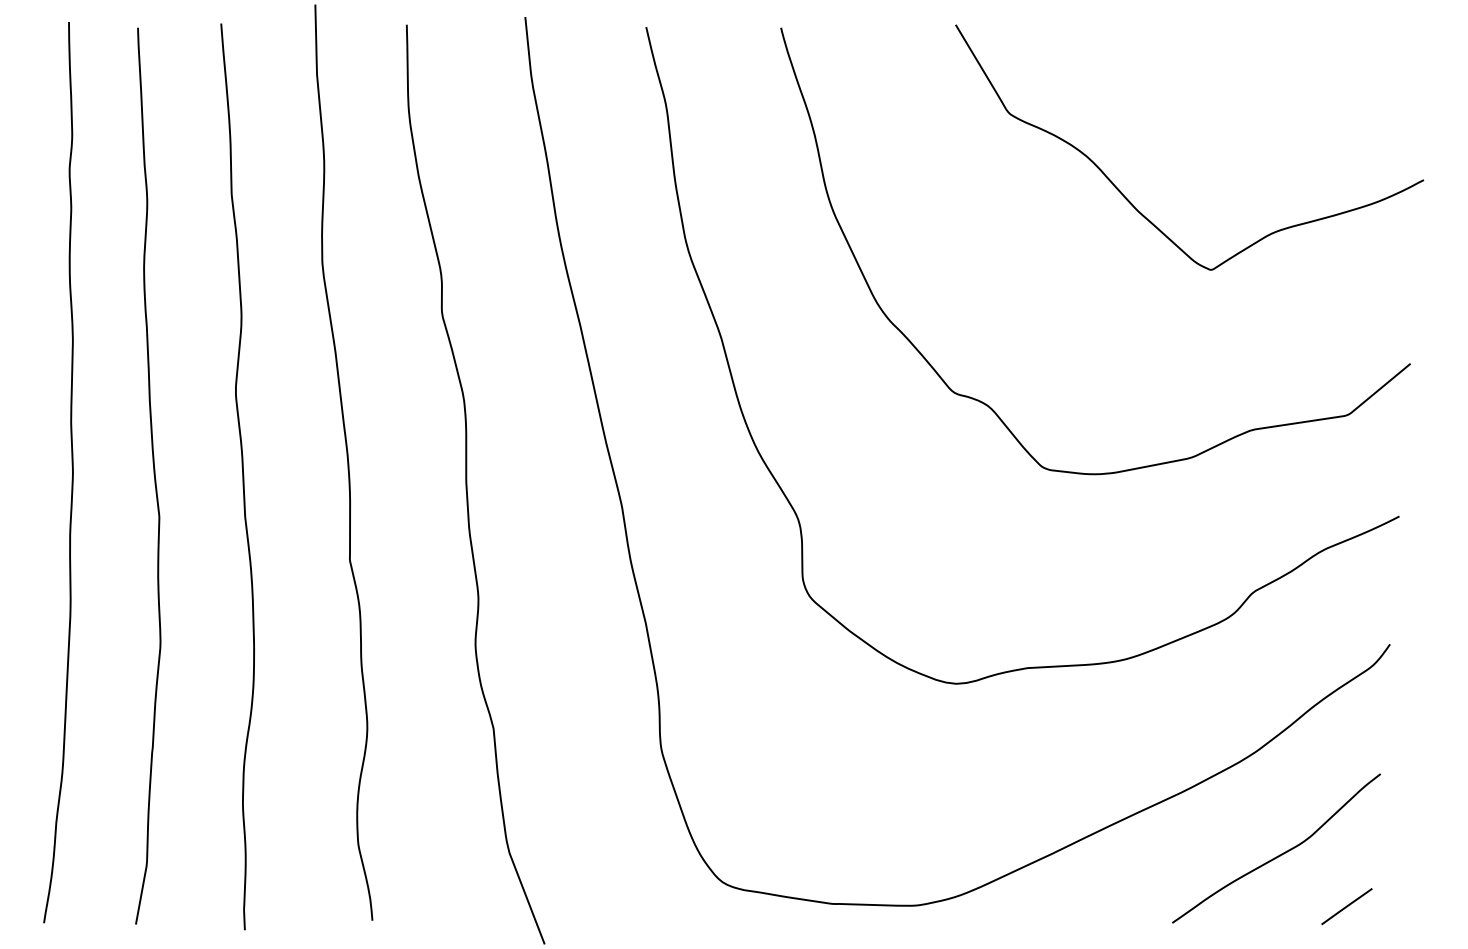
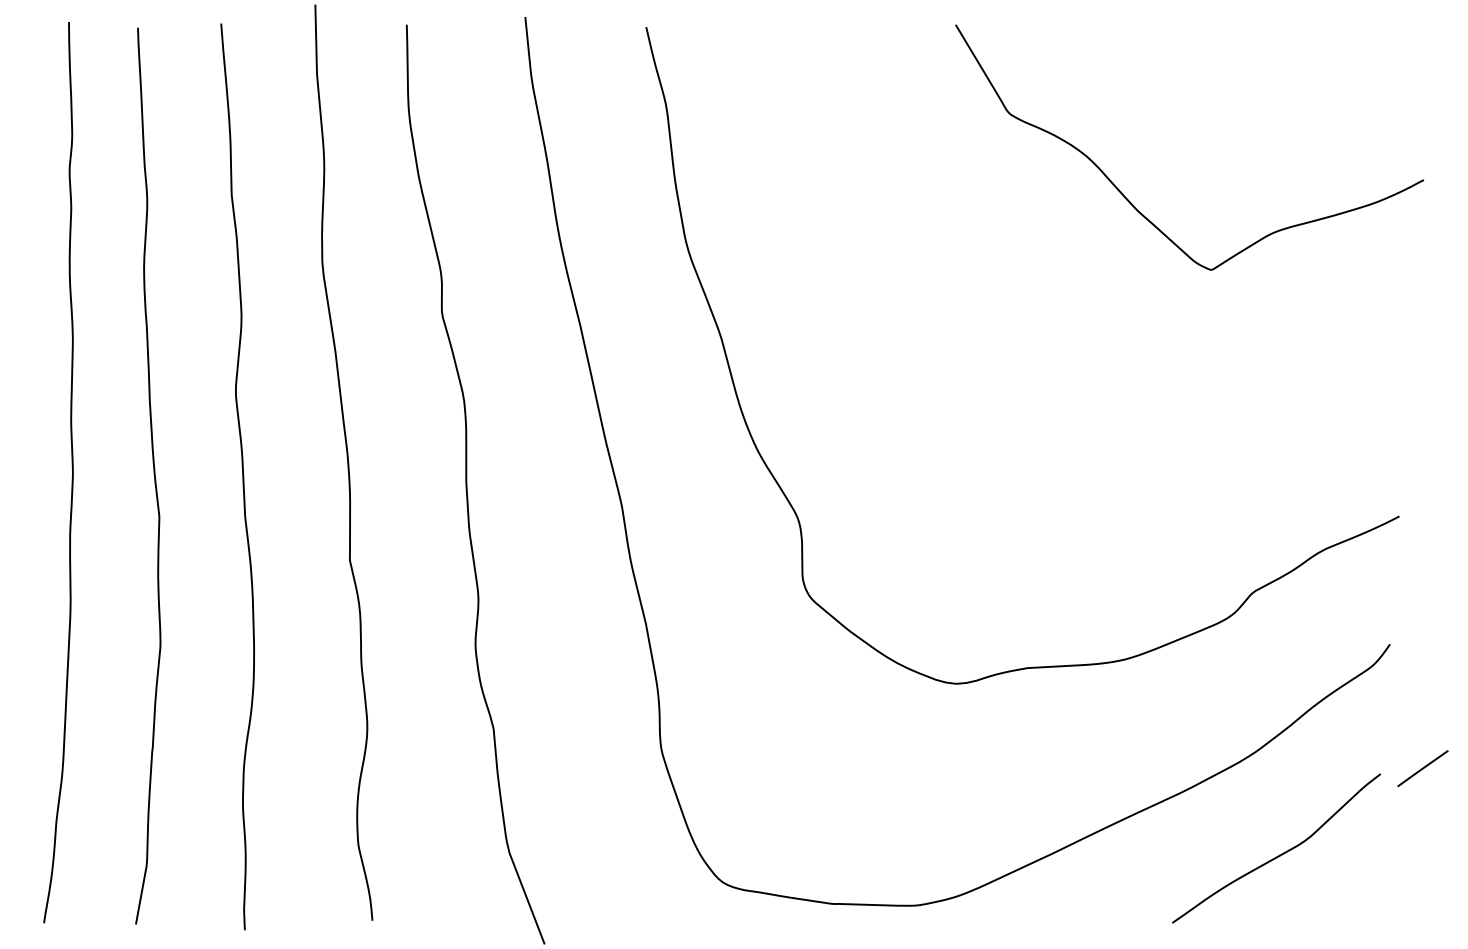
curve at (986, 403): present -> none
line at (1346, 906) position: (1346, 906) -> (1422, 768)
